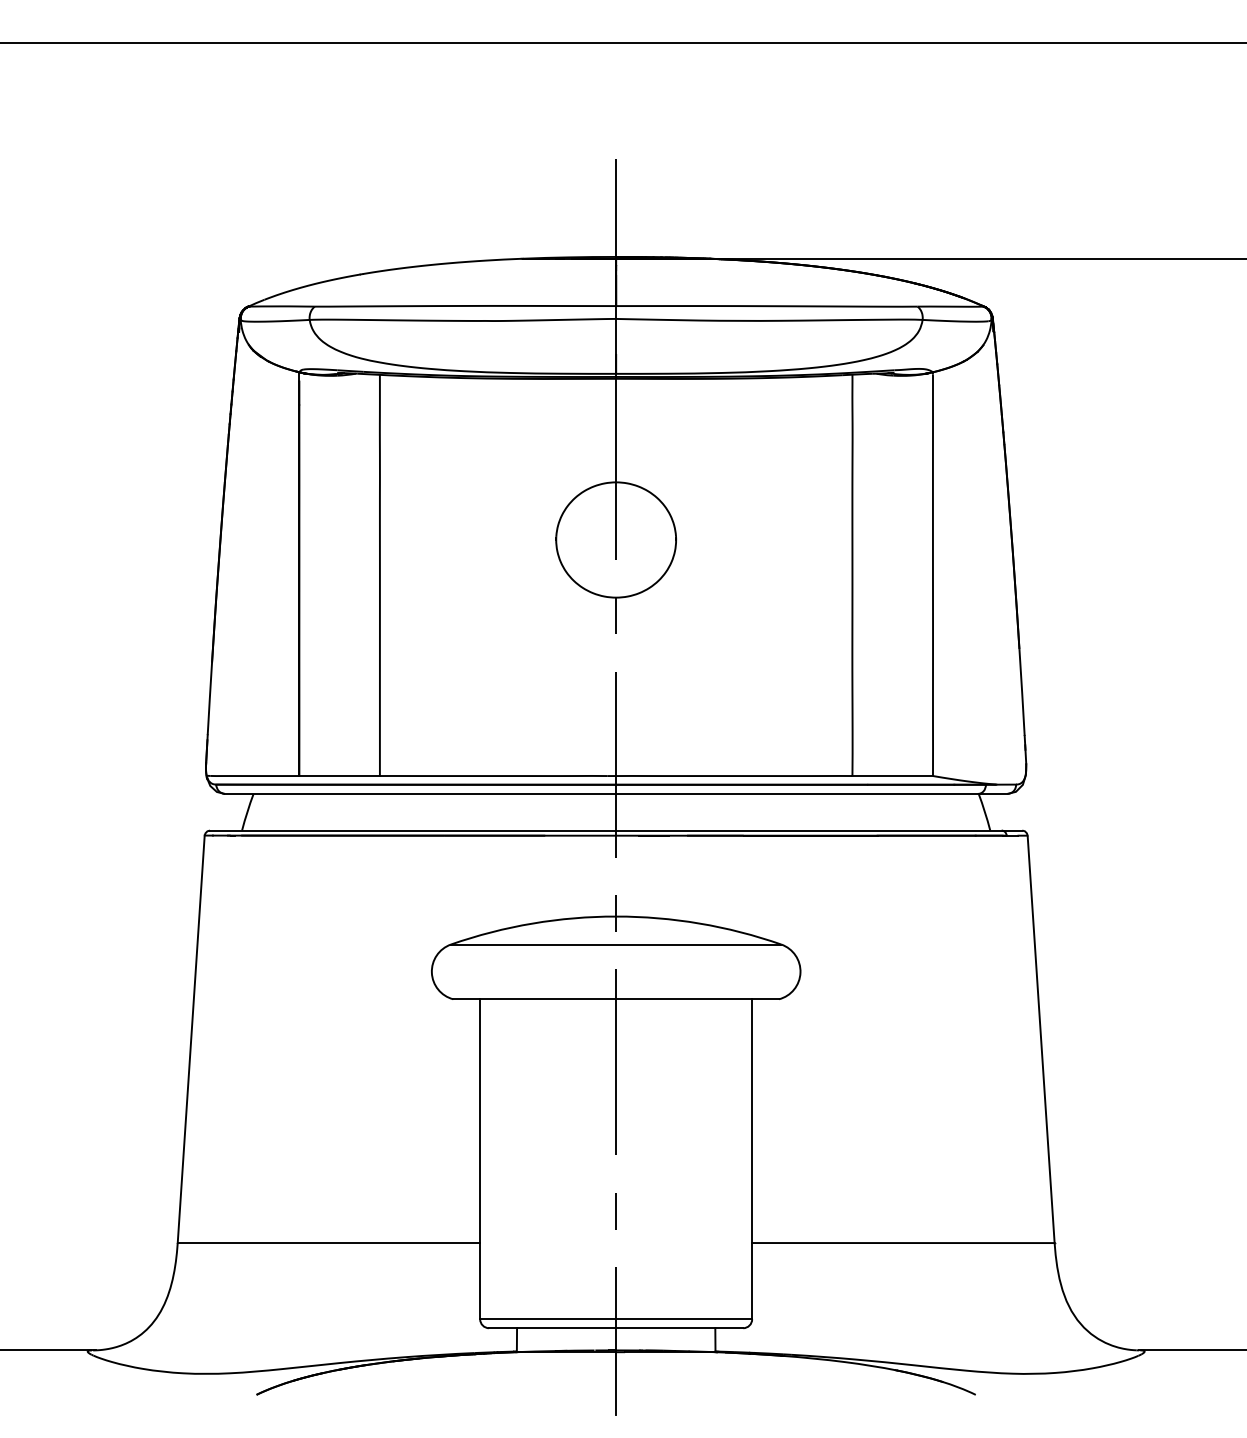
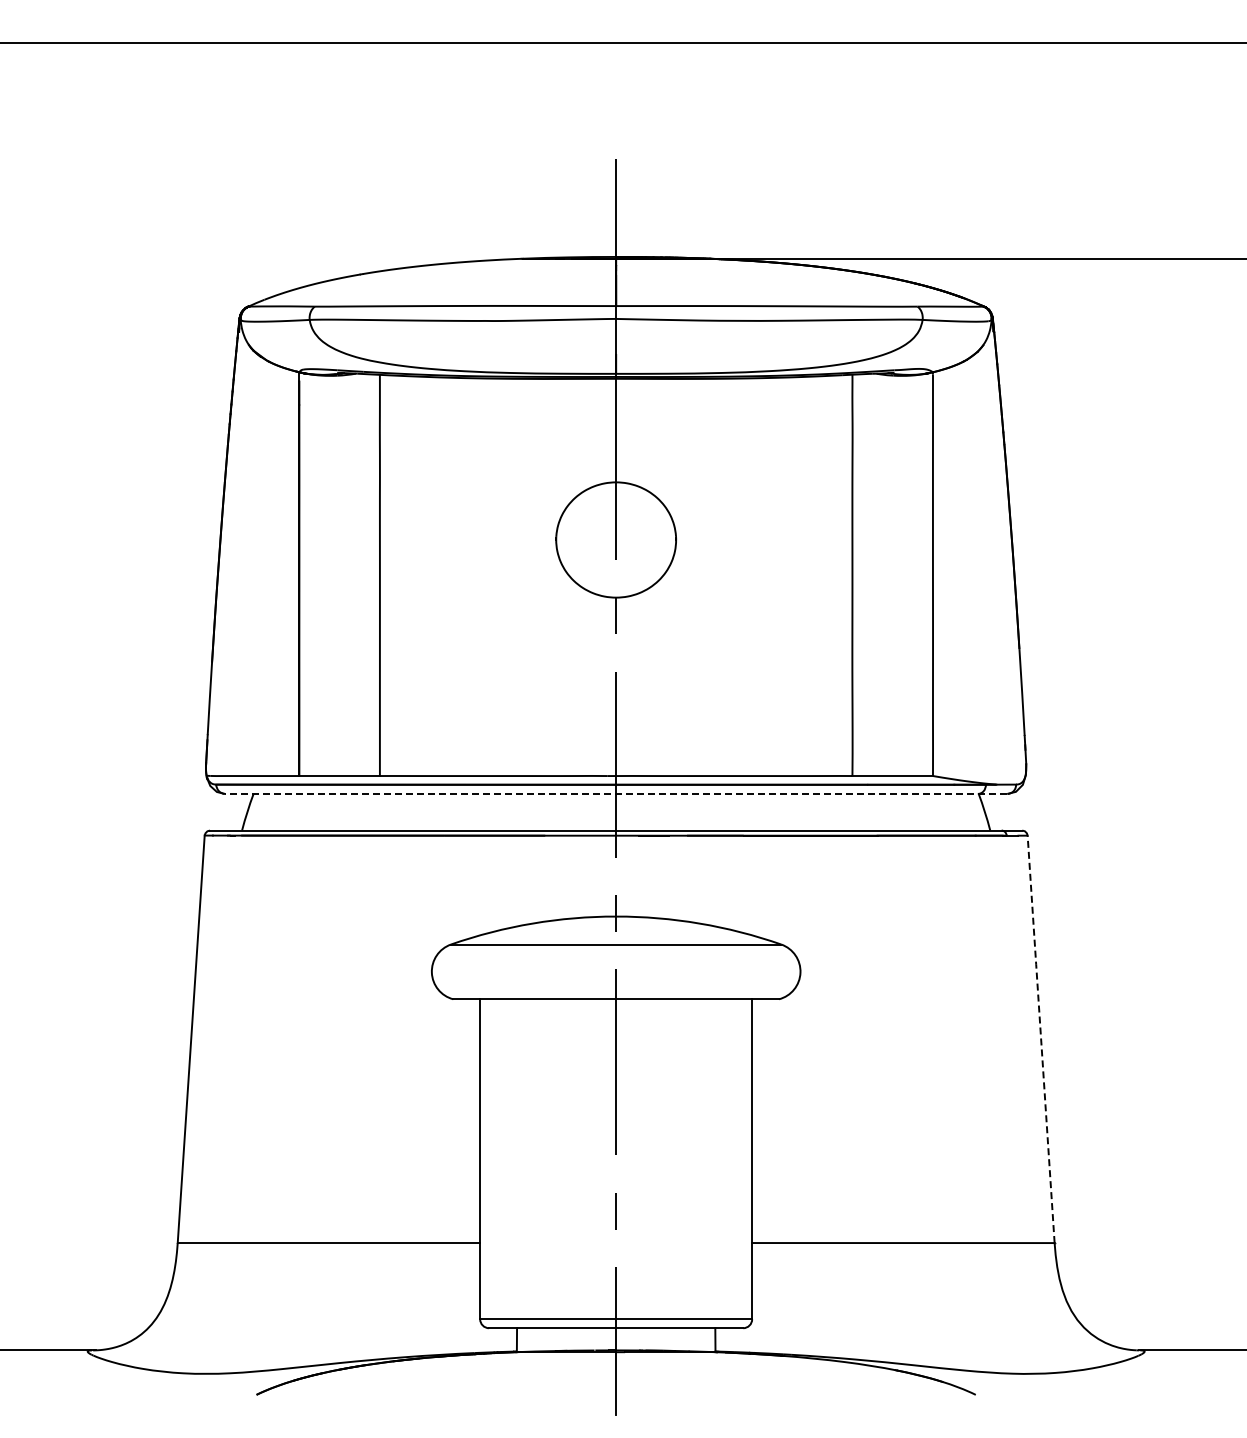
line at (615, 793): solid -> dashed
line at (1041, 1039): solid -> dashed
